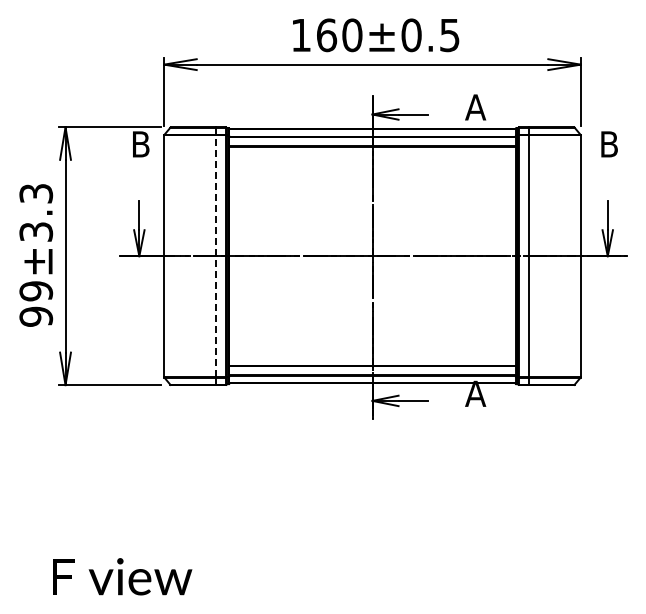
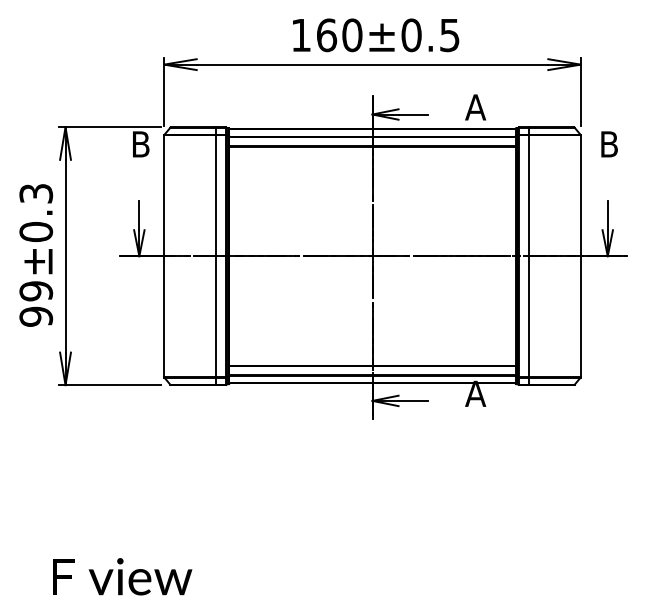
text at (36, 232): 99±3.3 -> 99±0.3
line at (216, 256): dashed -> solid
